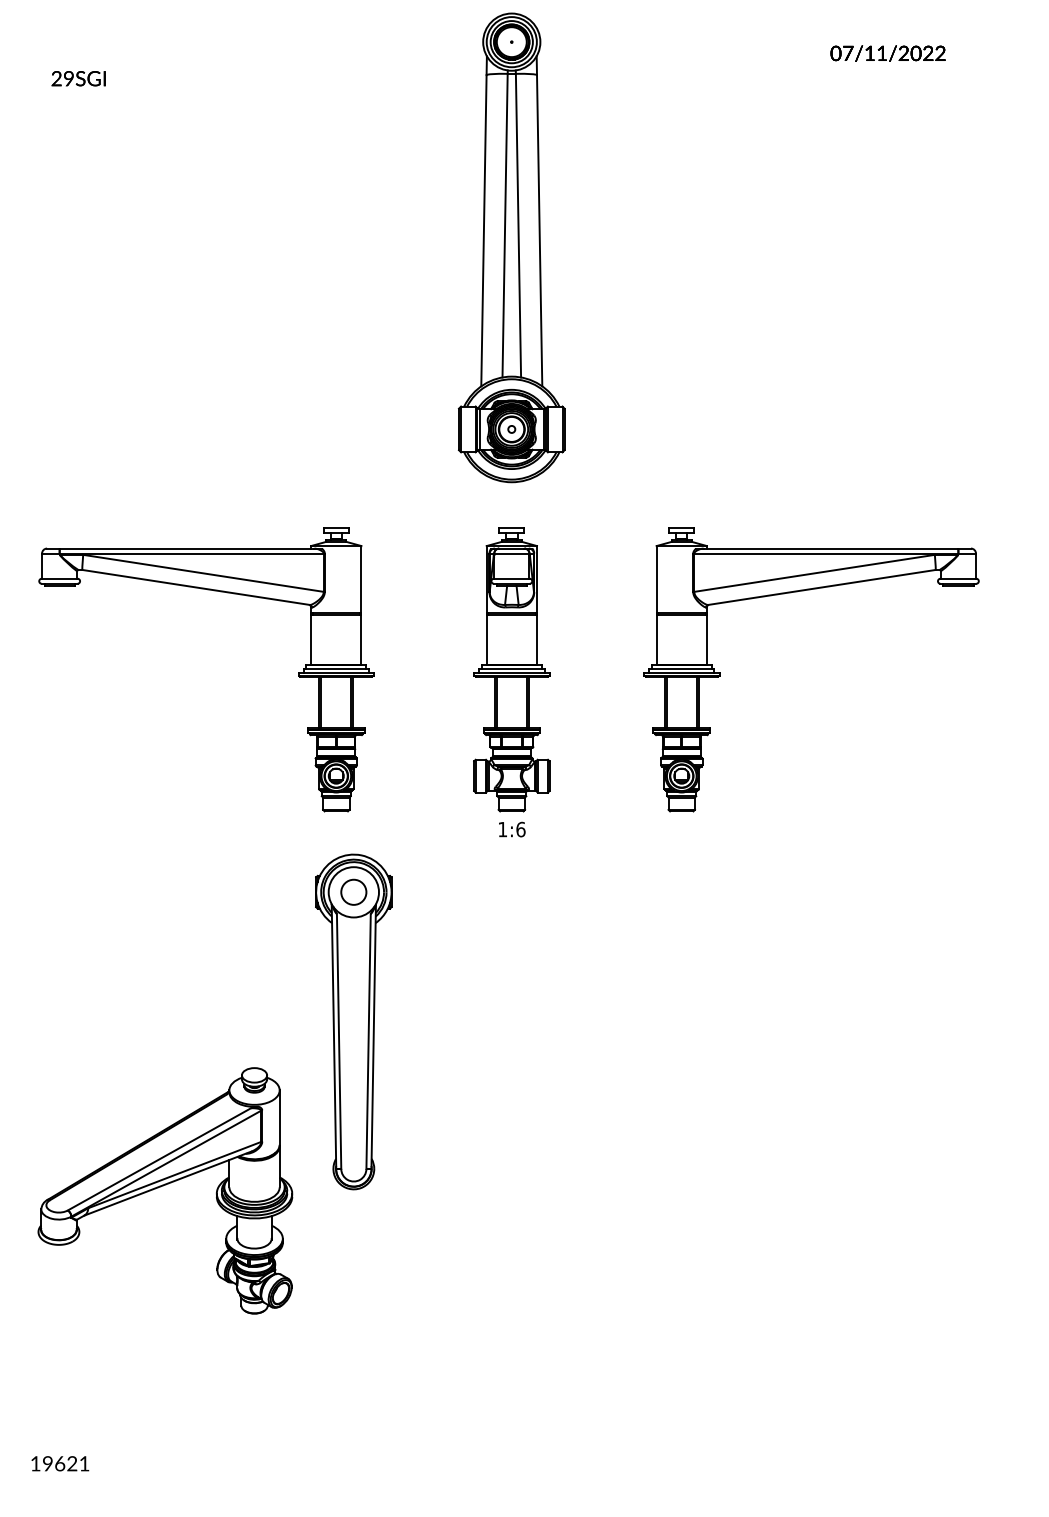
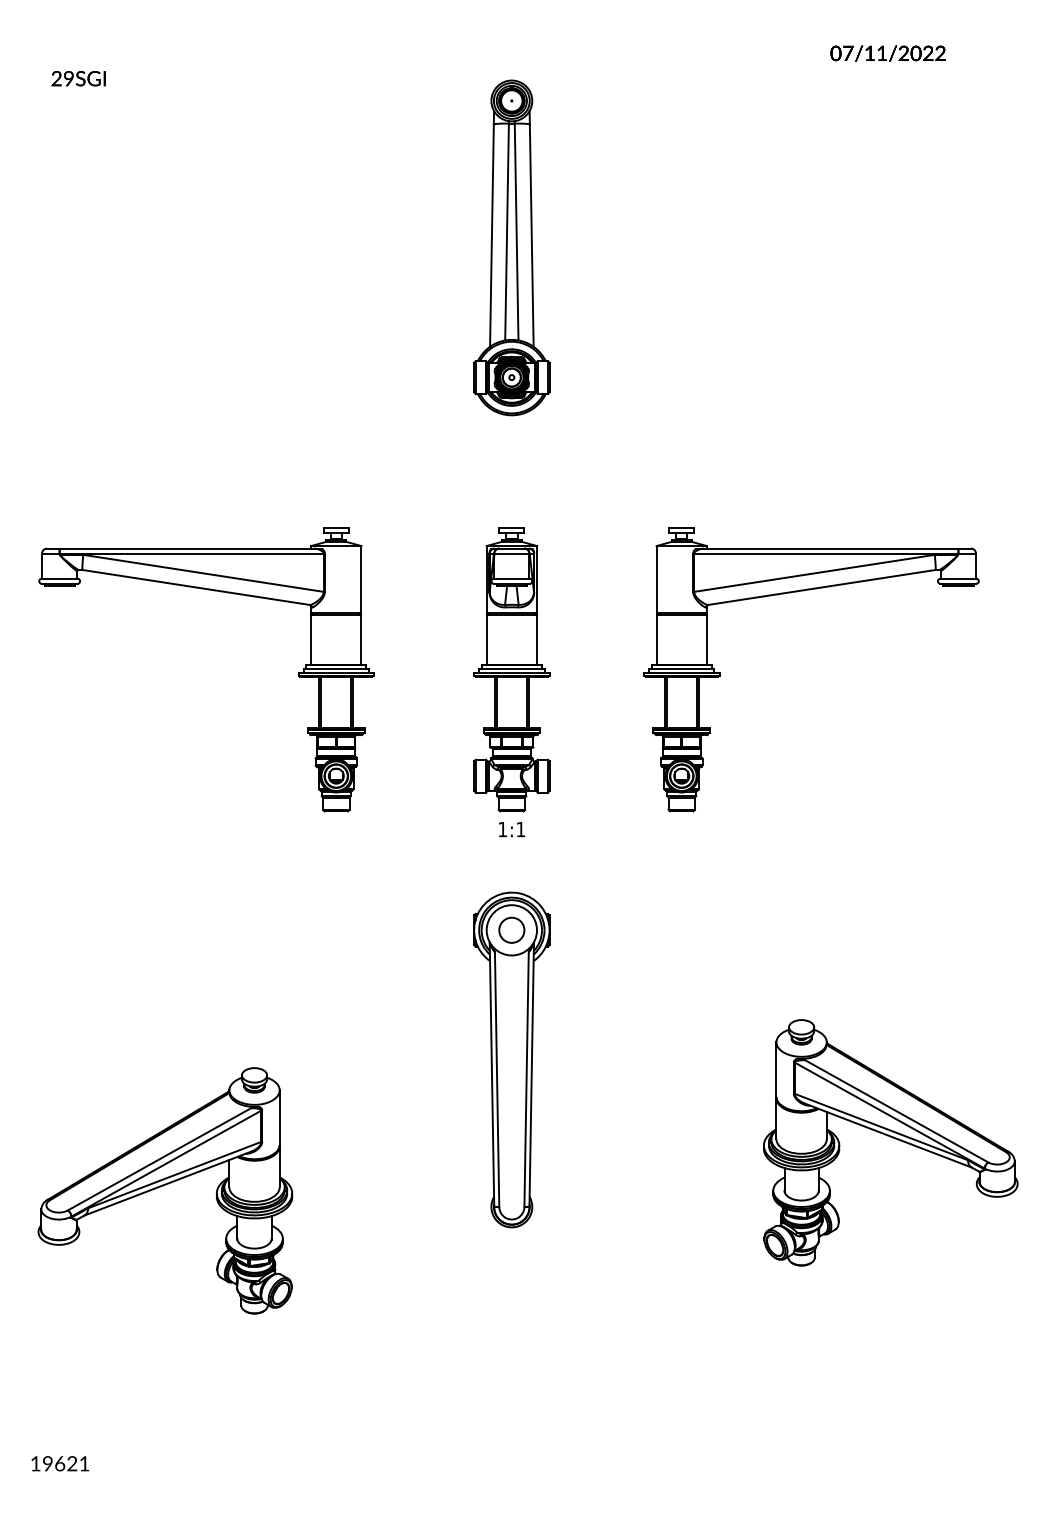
part at (511, 247) size: 109x472 px -> 78x338 px
text at (520, 829): 1:6 -> 1:1
part at (353, 1021) position: (353, 1021) -> (511, 1059)
part at (890, 1142): none -> present
